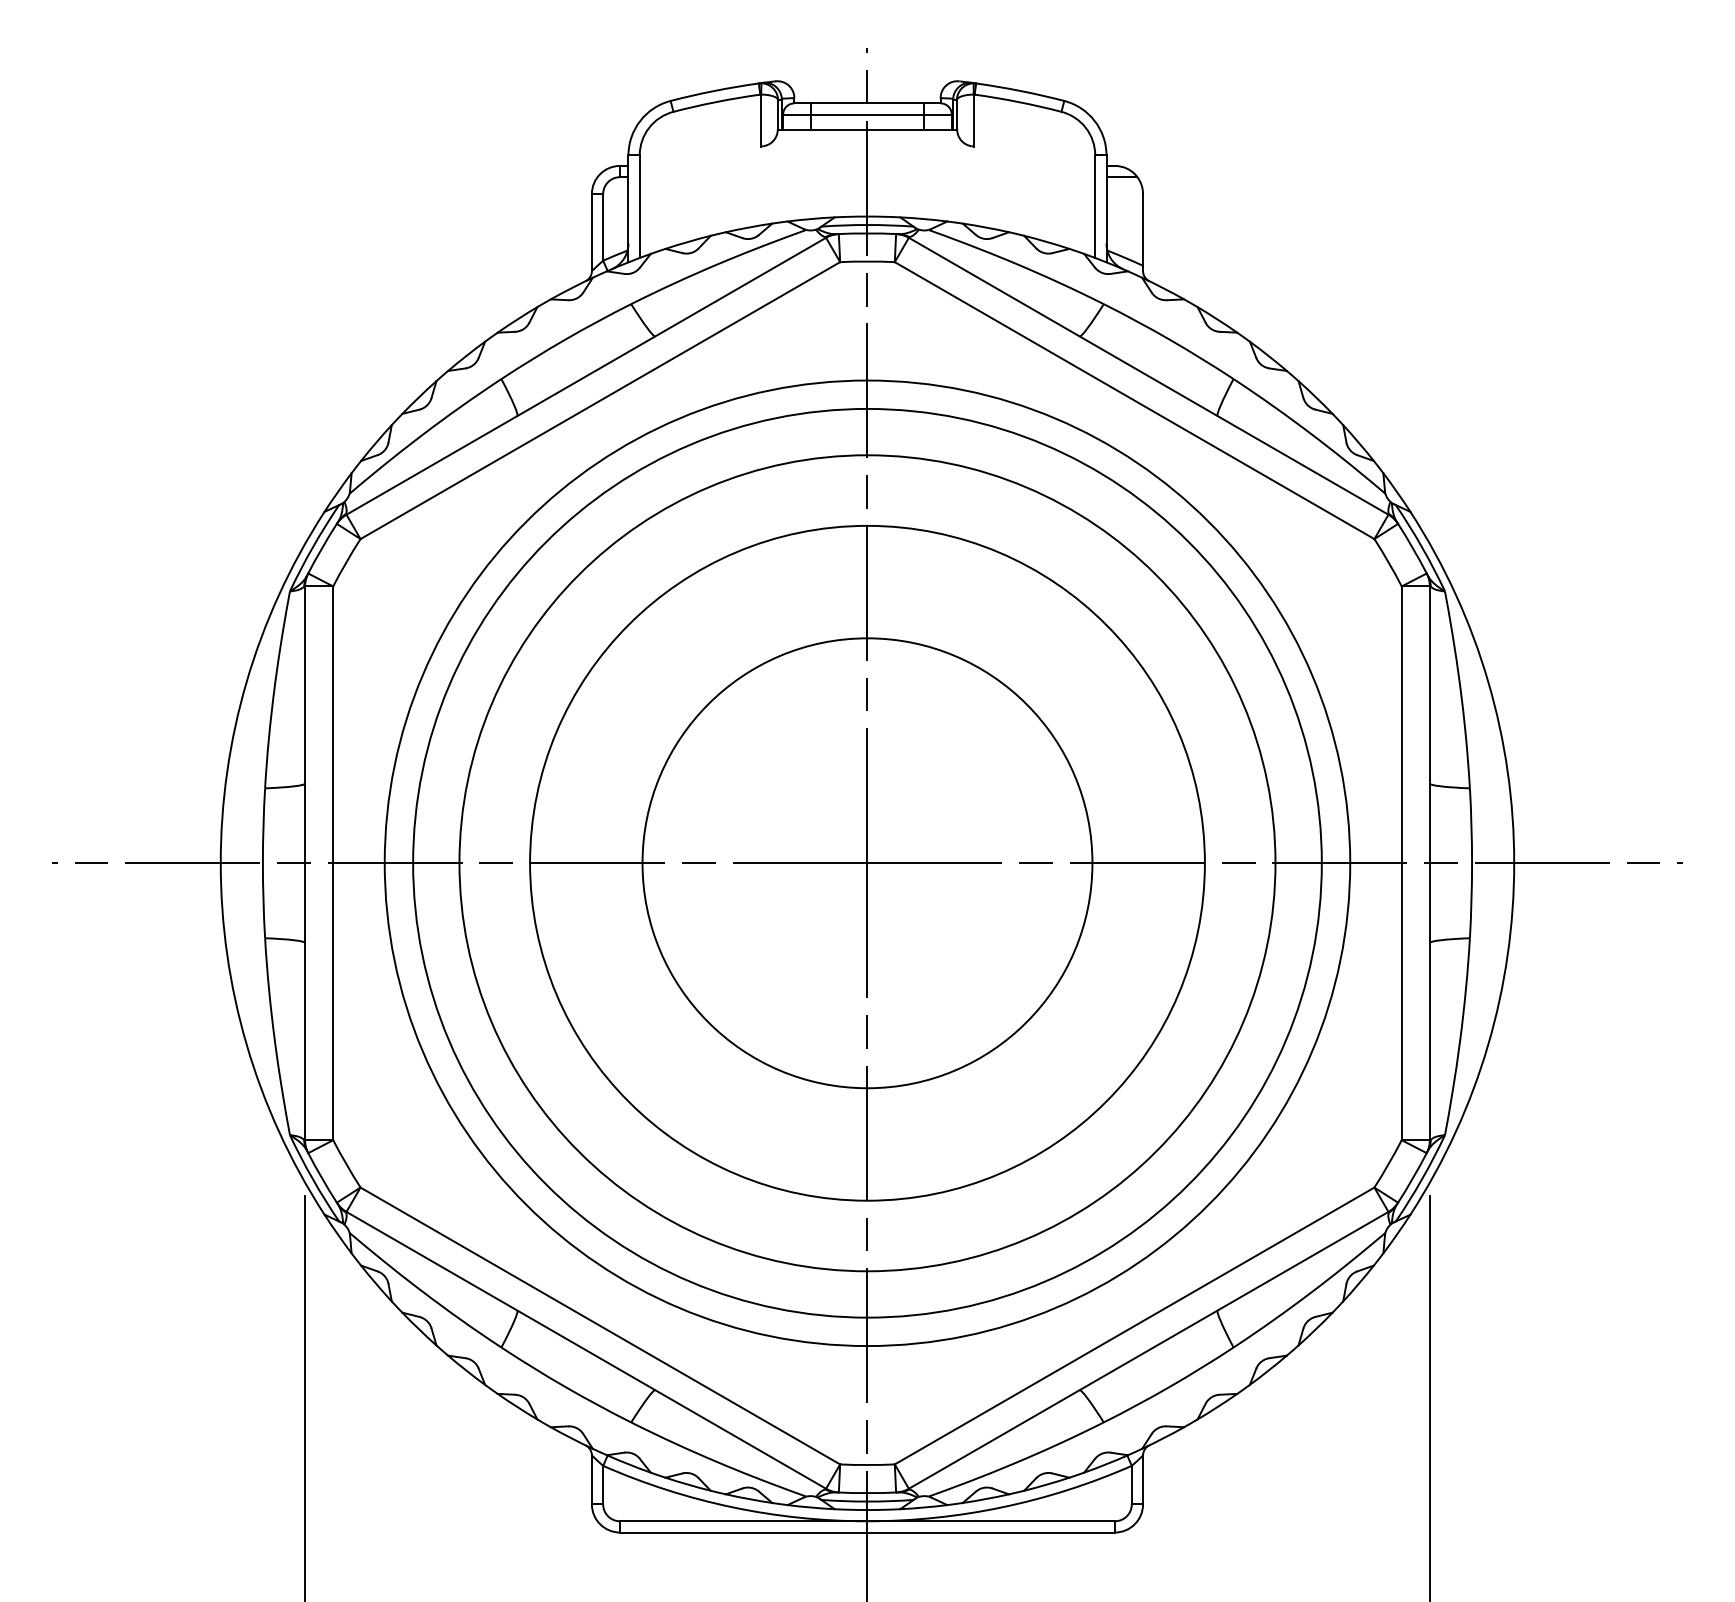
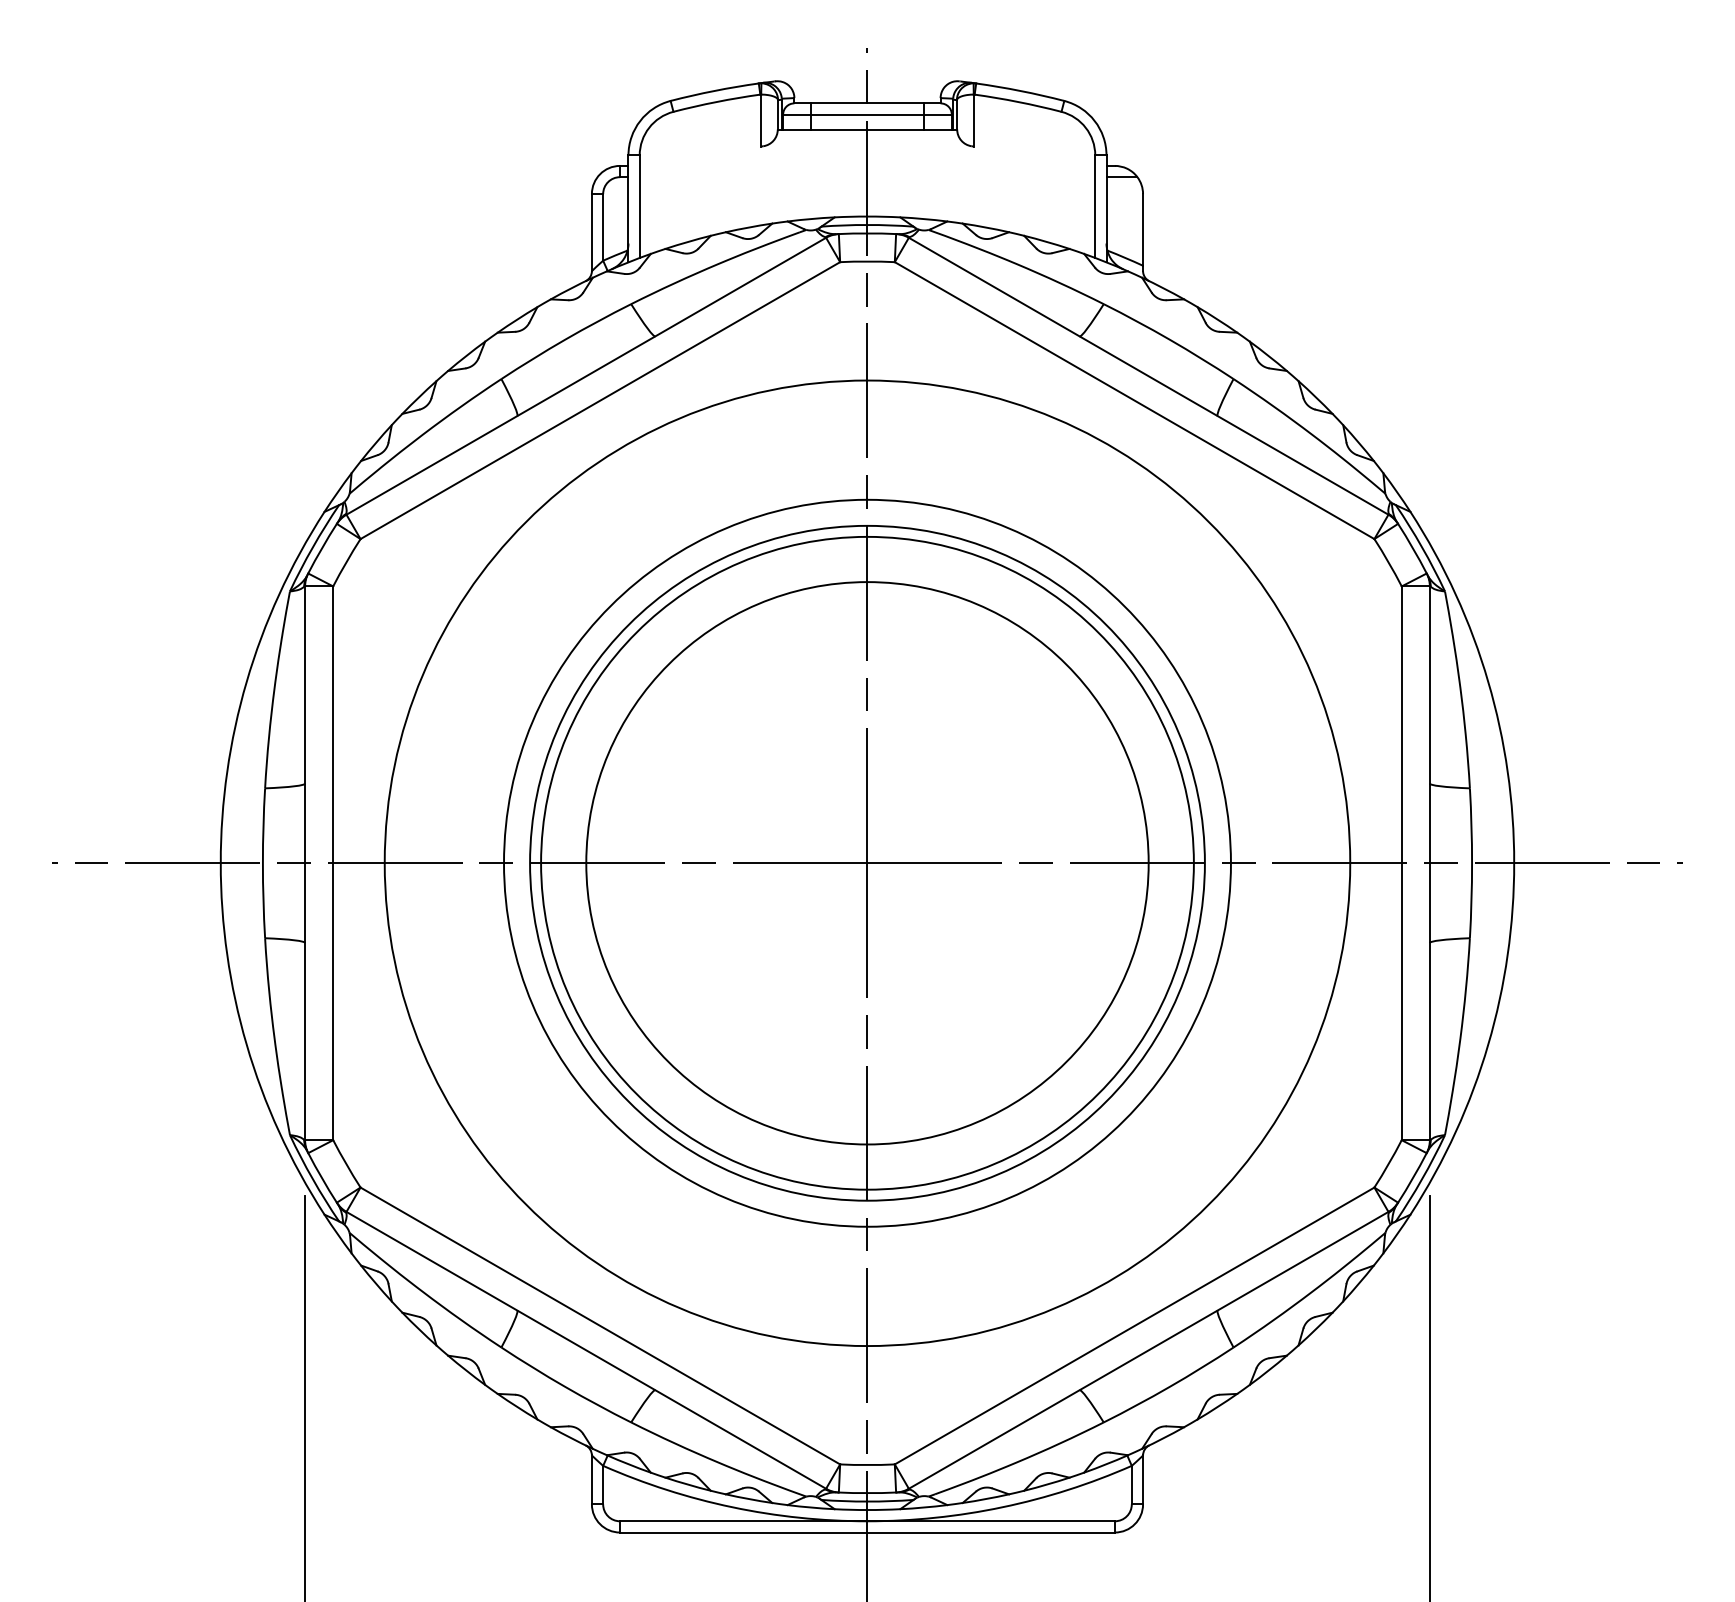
circle at (867, 862) diameter: 909 px -> 727 px
circle at (867, 863) diameter: 450 px -> 562 px
circle at (867, 863) diameter: 816 px -> 653 px
